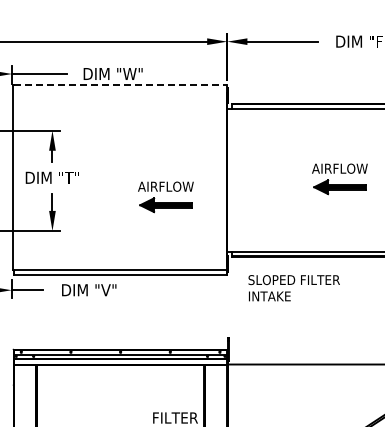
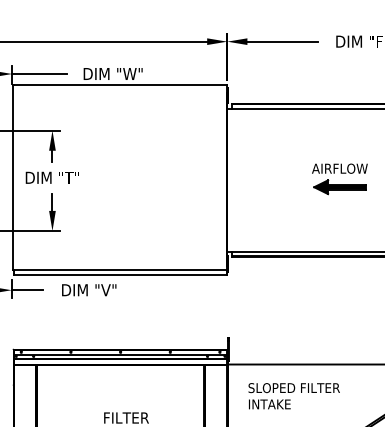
line at (120, 84): dashed -> solid
part at (165, 197): present -> none
text at (293, 288) position: (293, 288) -> (293, 396)
text at (175, 417) position: (175, 417) -> (126, 417)
